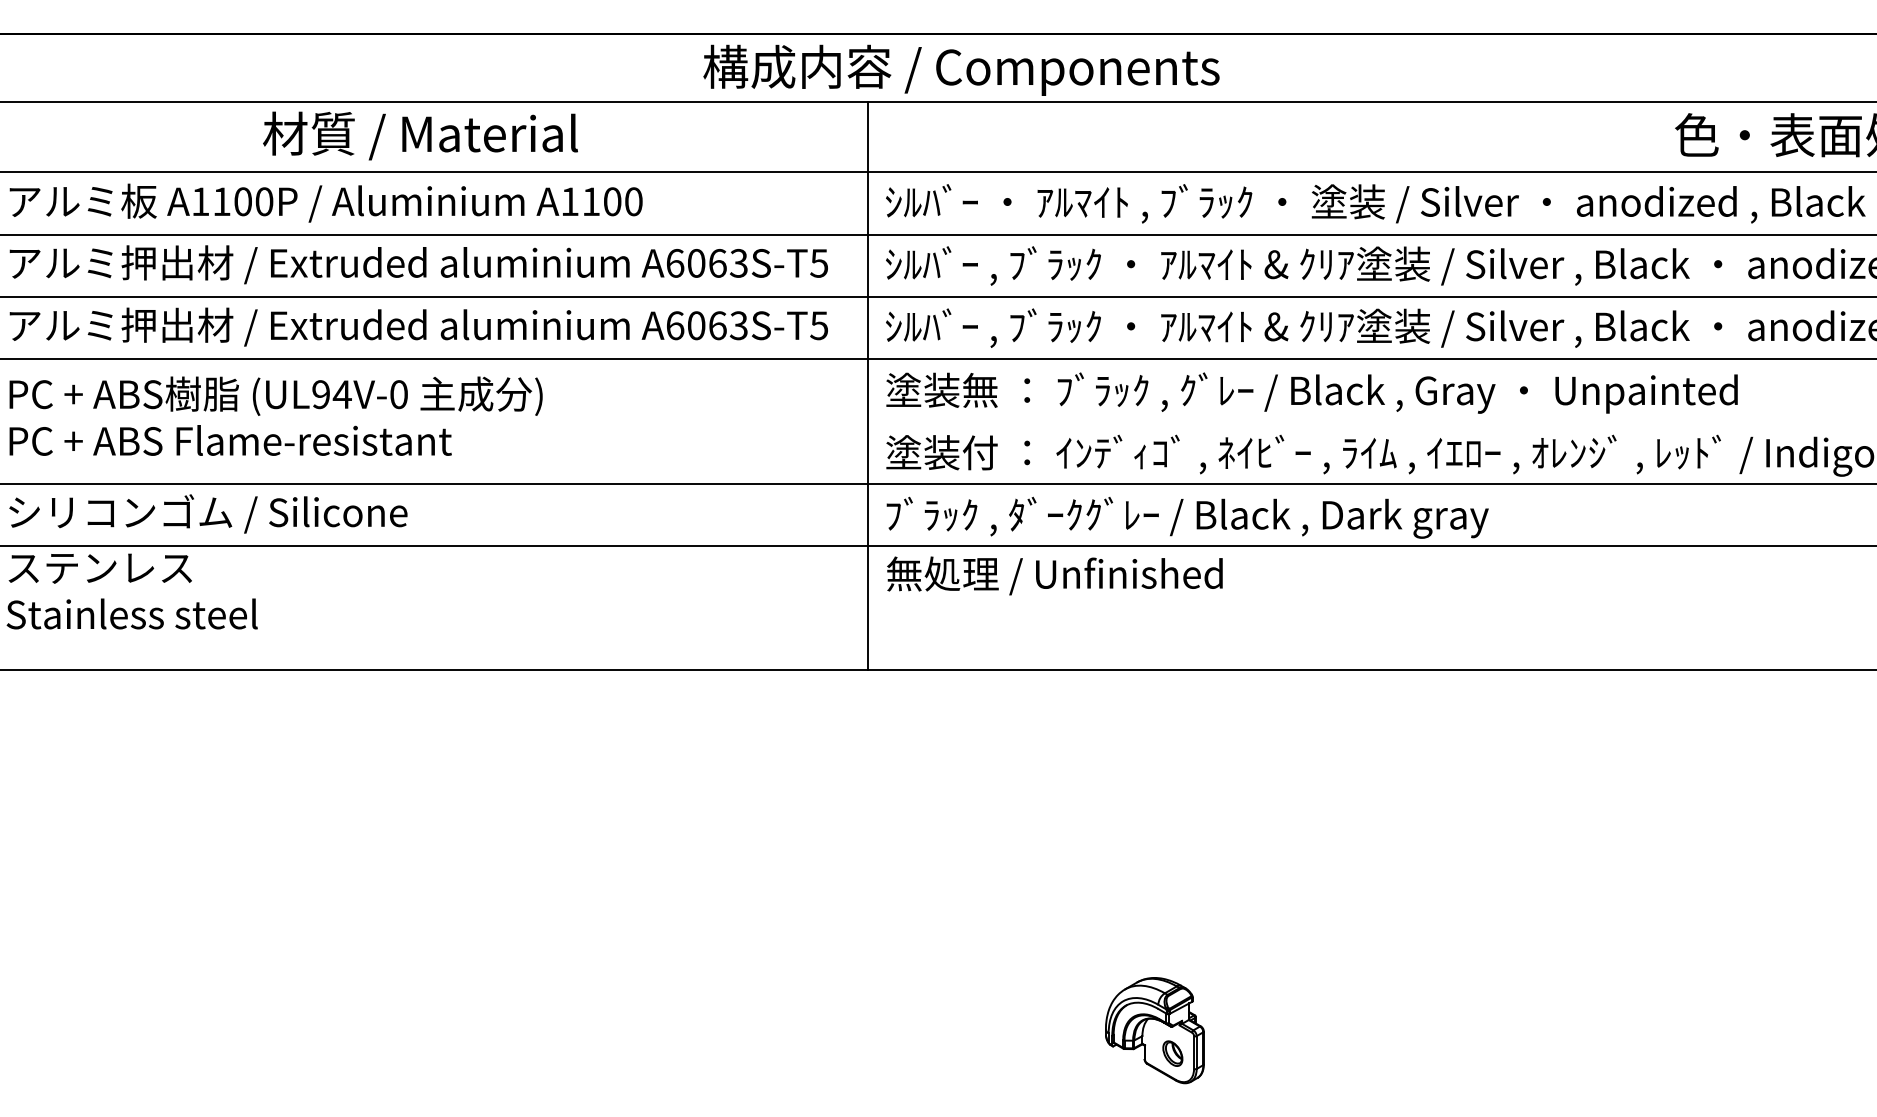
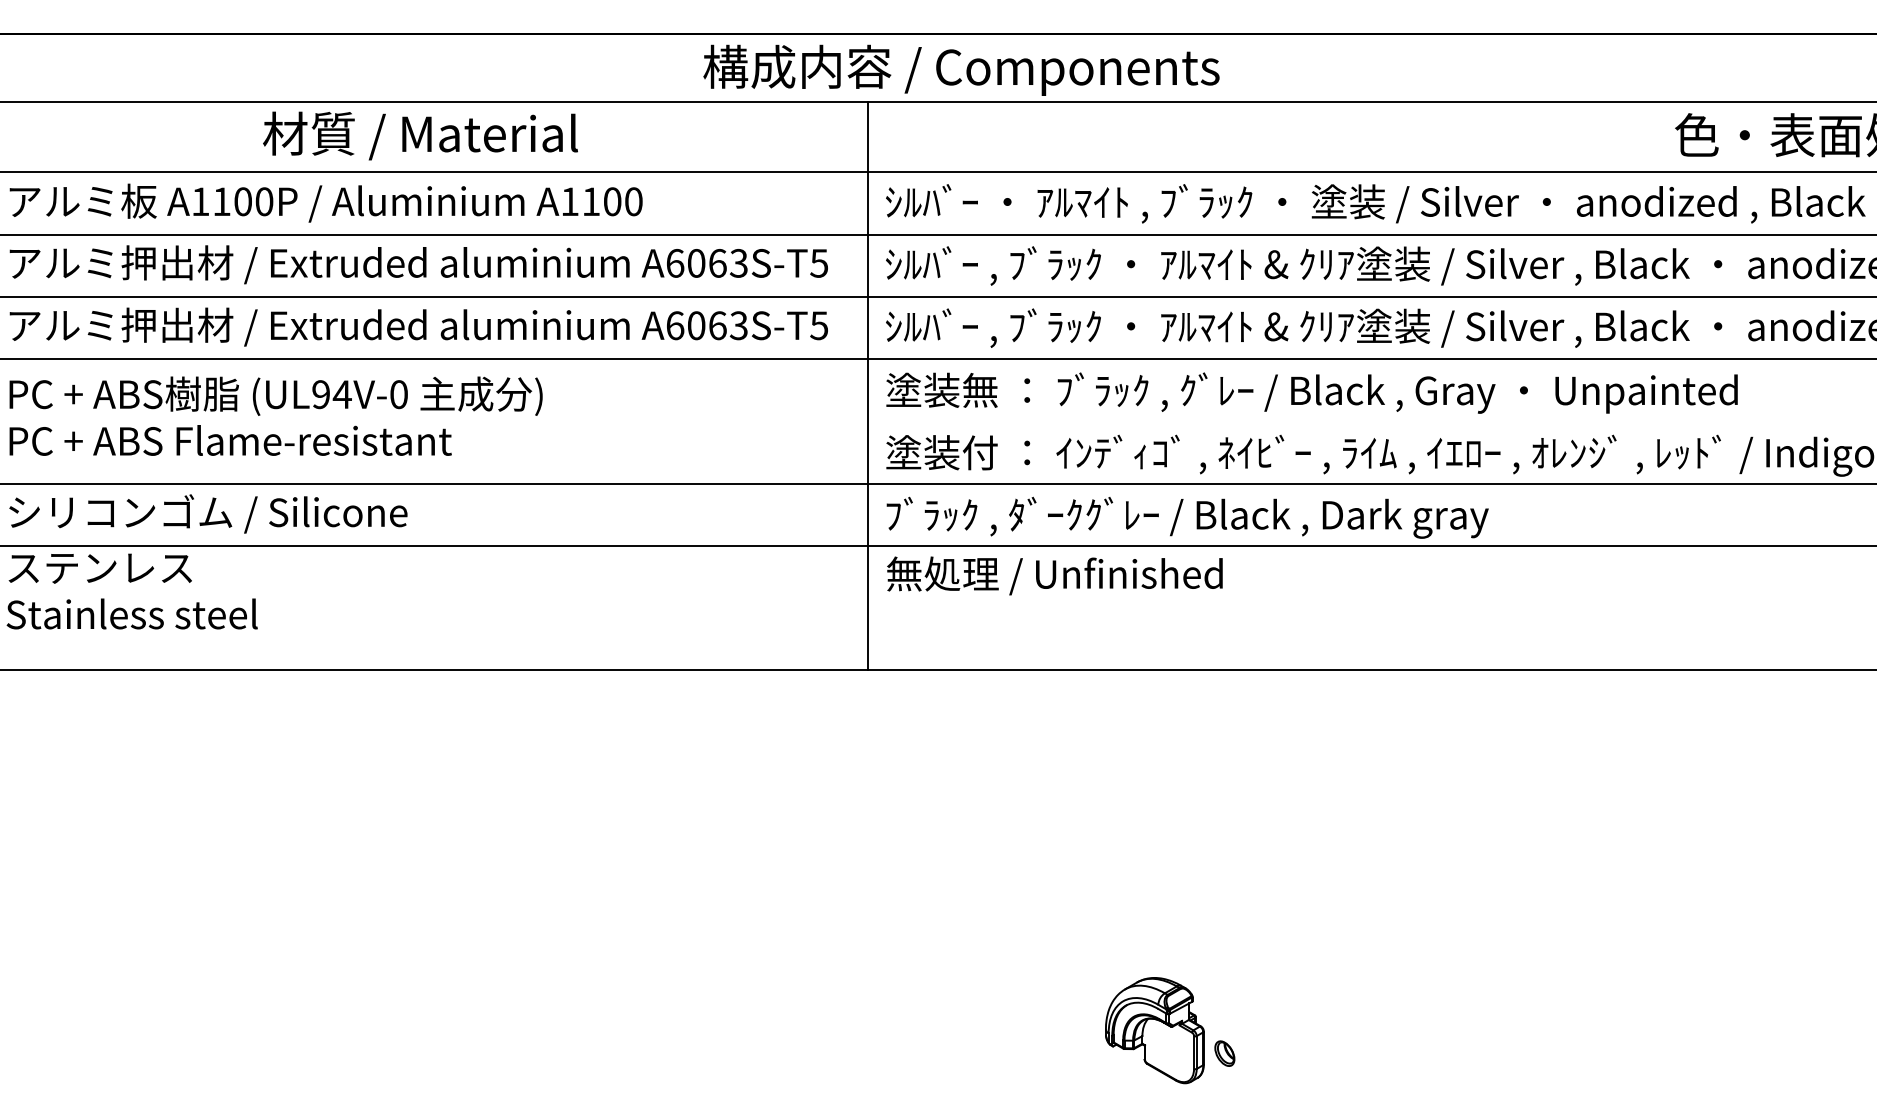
part at (1172, 1053) position: (1172, 1053) -> (1224, 1053)
